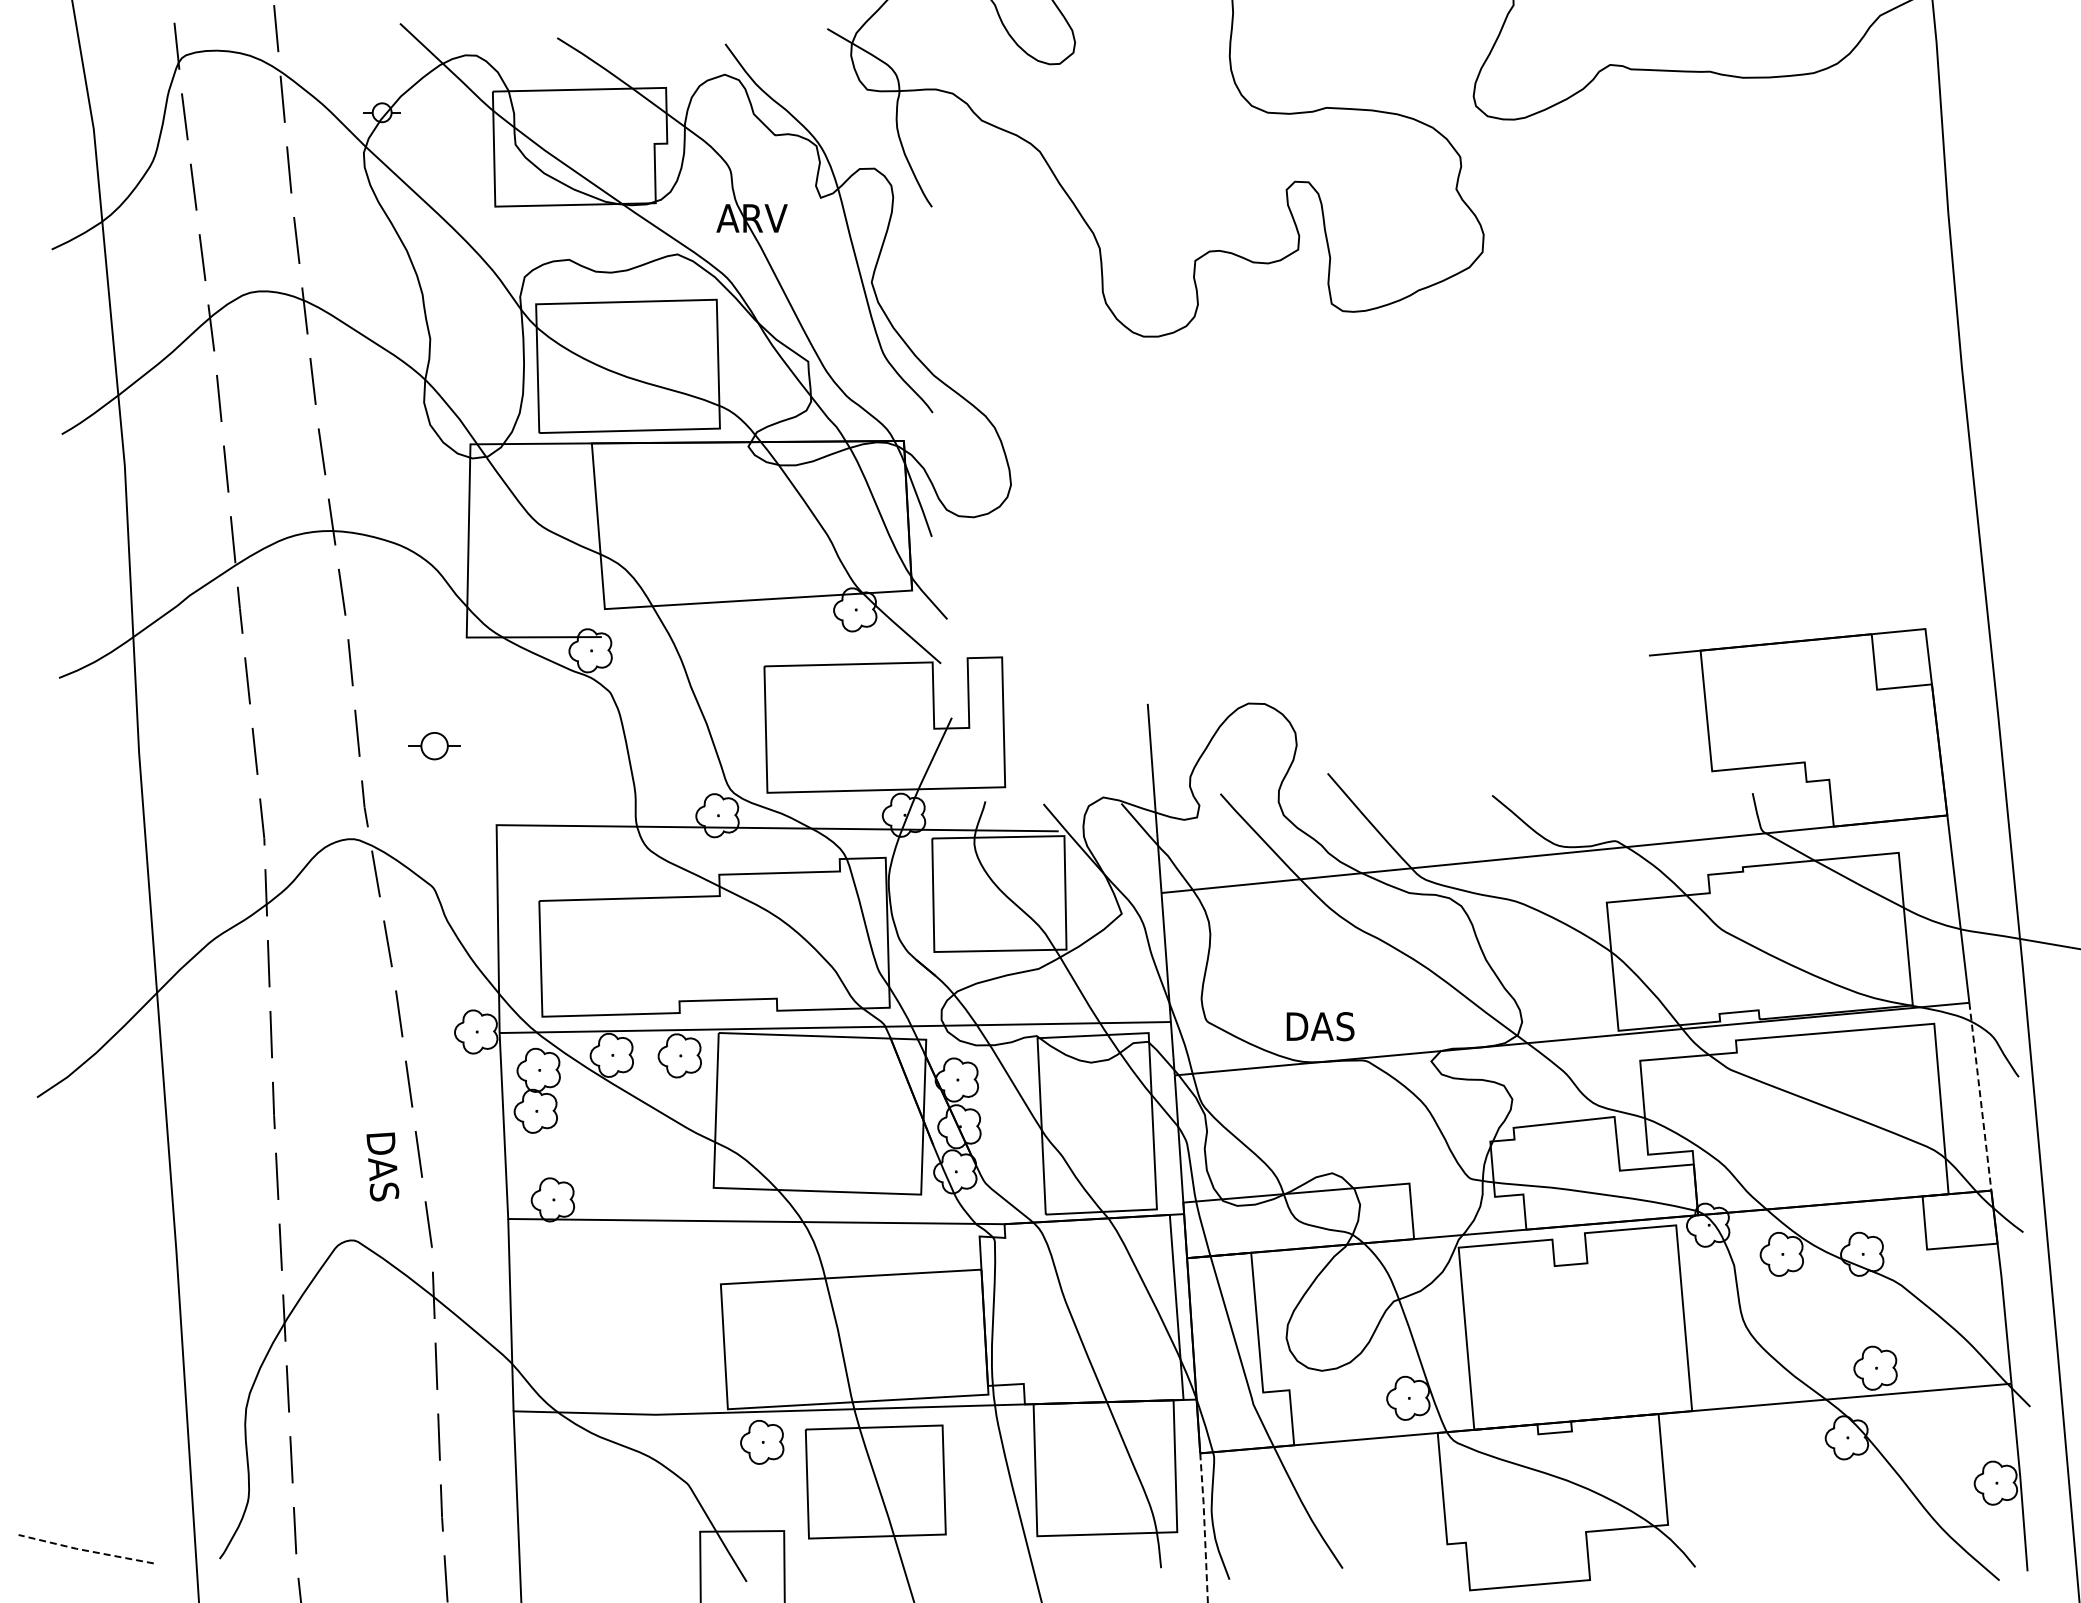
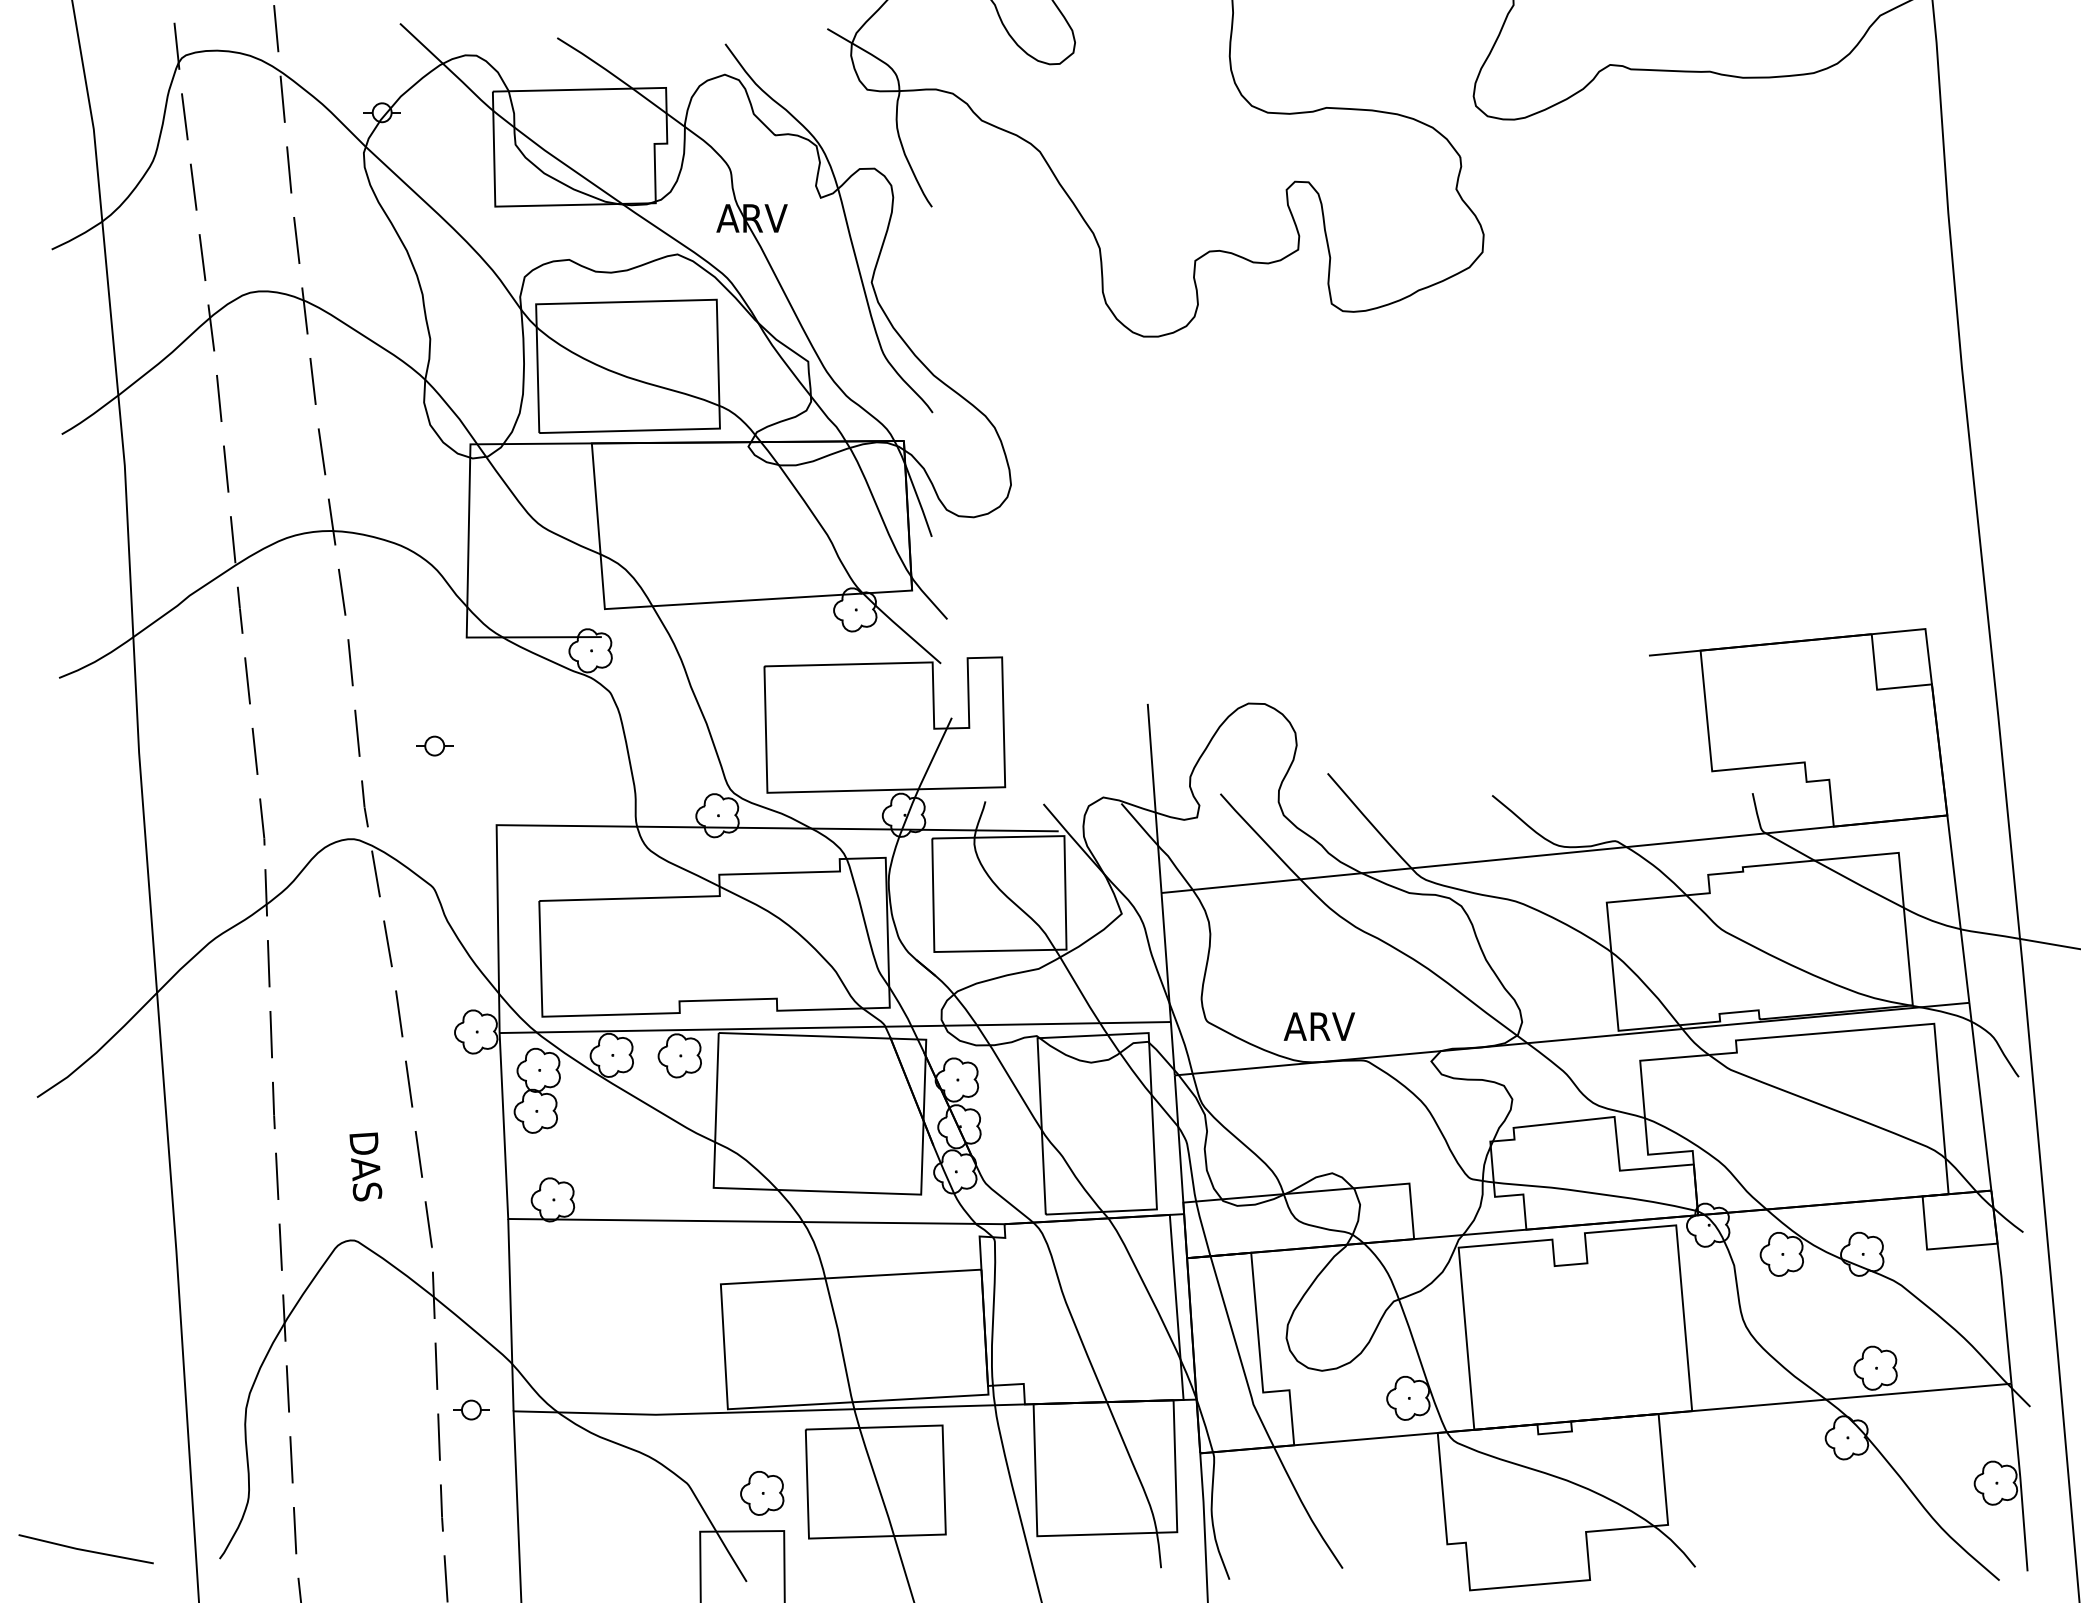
part at (434, 746) size: 53x29 px -> 38x22 px
text at (1319, 1026): DAS -> ARV
line at (1980, 1096): dashed -> solid
text at (382, 1166) position: (382, 1166) -> (365, 1166)
part at (471, 1409): none -> present
part at (762, 1442) position: (762, 1442) -> (762, 1493)
line at (1204, 1527): dashed -> solid
line at (85, 1550): dashed -> solid
